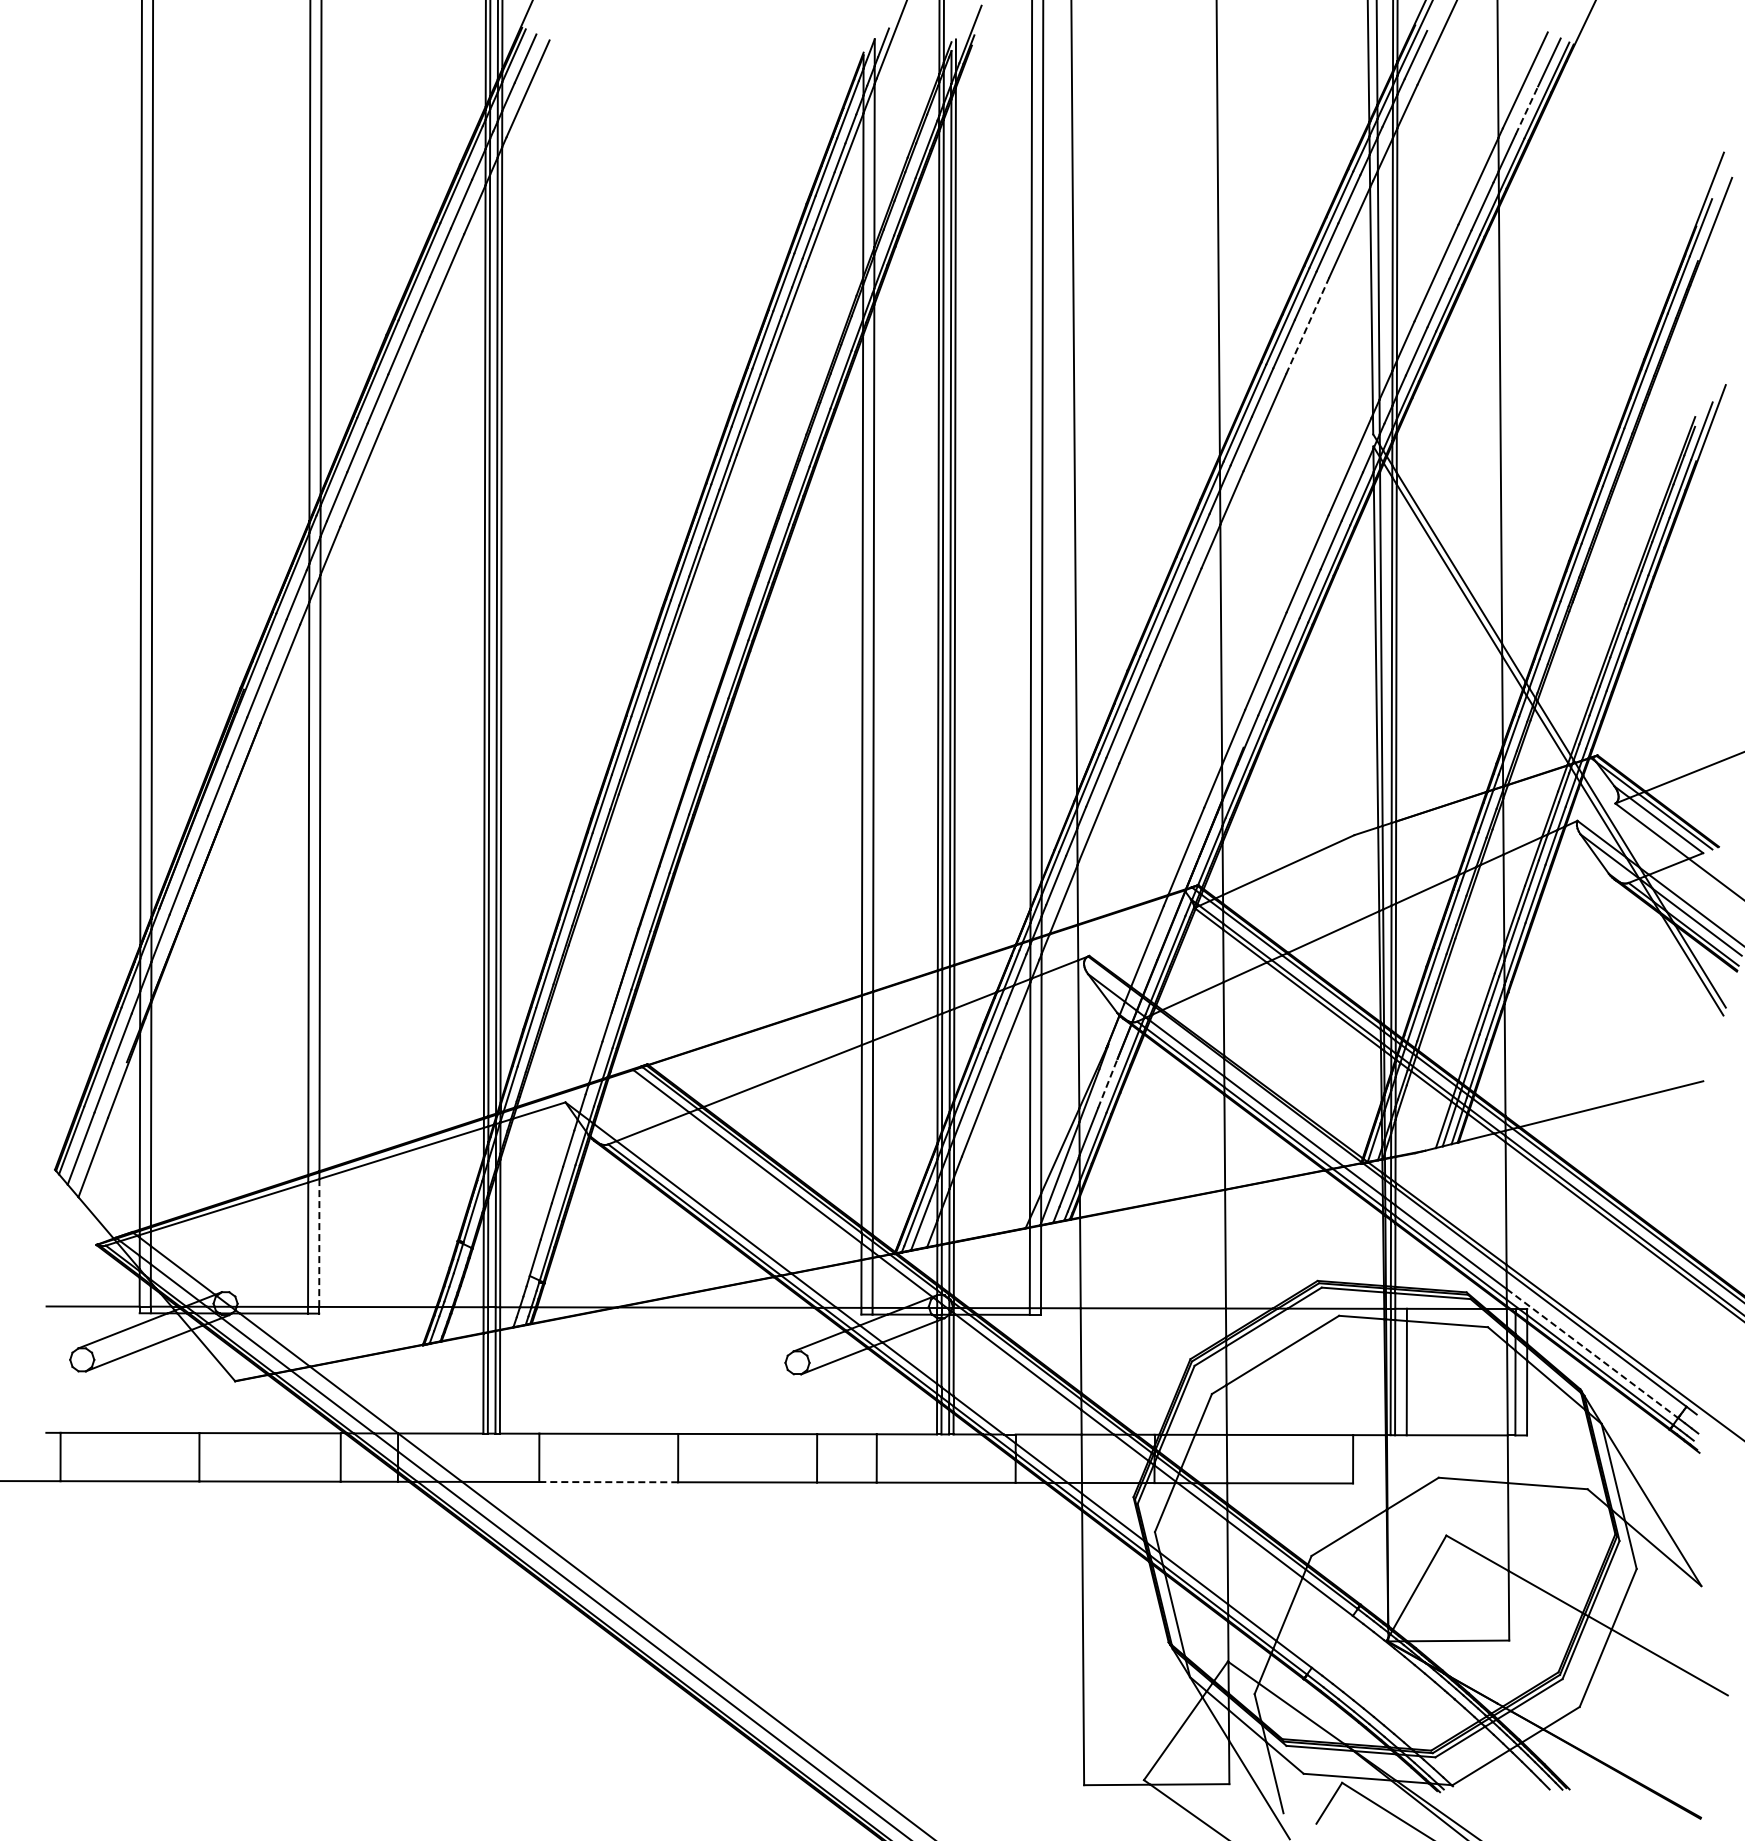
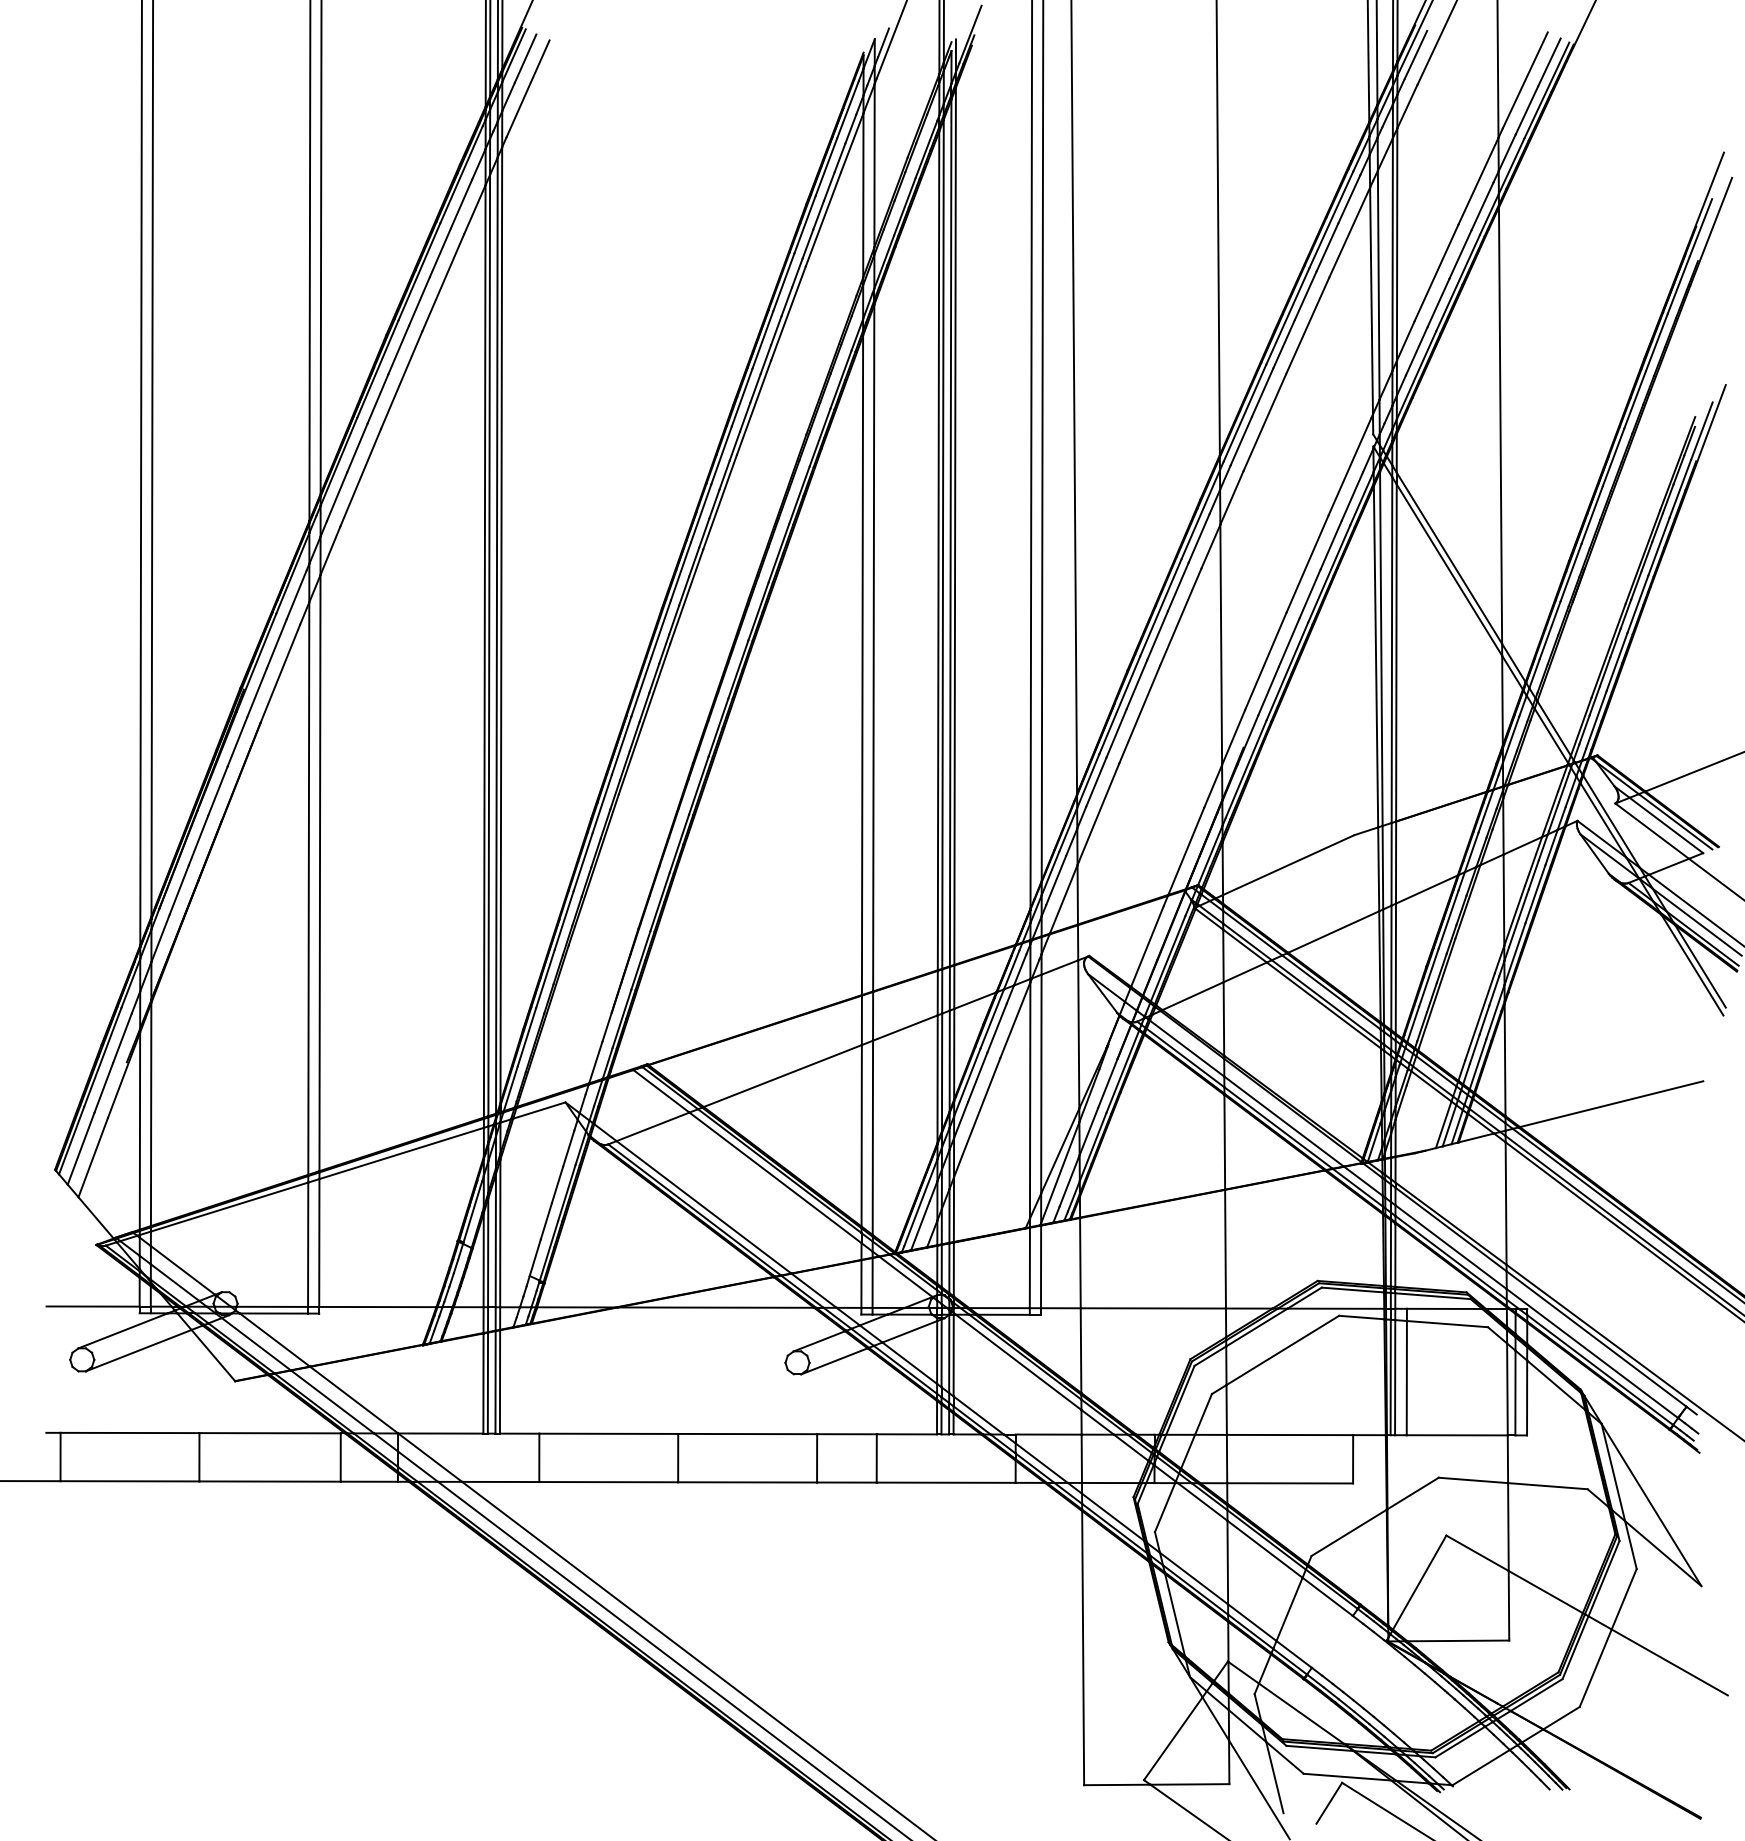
line at (1527, 109): dashed -> solid
line at (1307, 325): dashed -> solid
line at (1108, 1083): dashed -> solid
line at (319, 1243): dashed -> solid
line at (1592, 1353): dashed -> solid
line at (609, 1482): dashed -> solid
